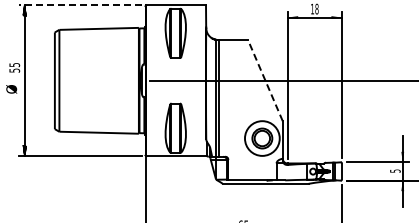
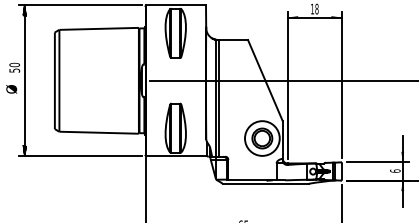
line at (79, 5): dashed -> solid
text at (14, 64): 55 -> 50
line at (265, 80): dashed -> solid
text at (395, 170): 5 -> 6
